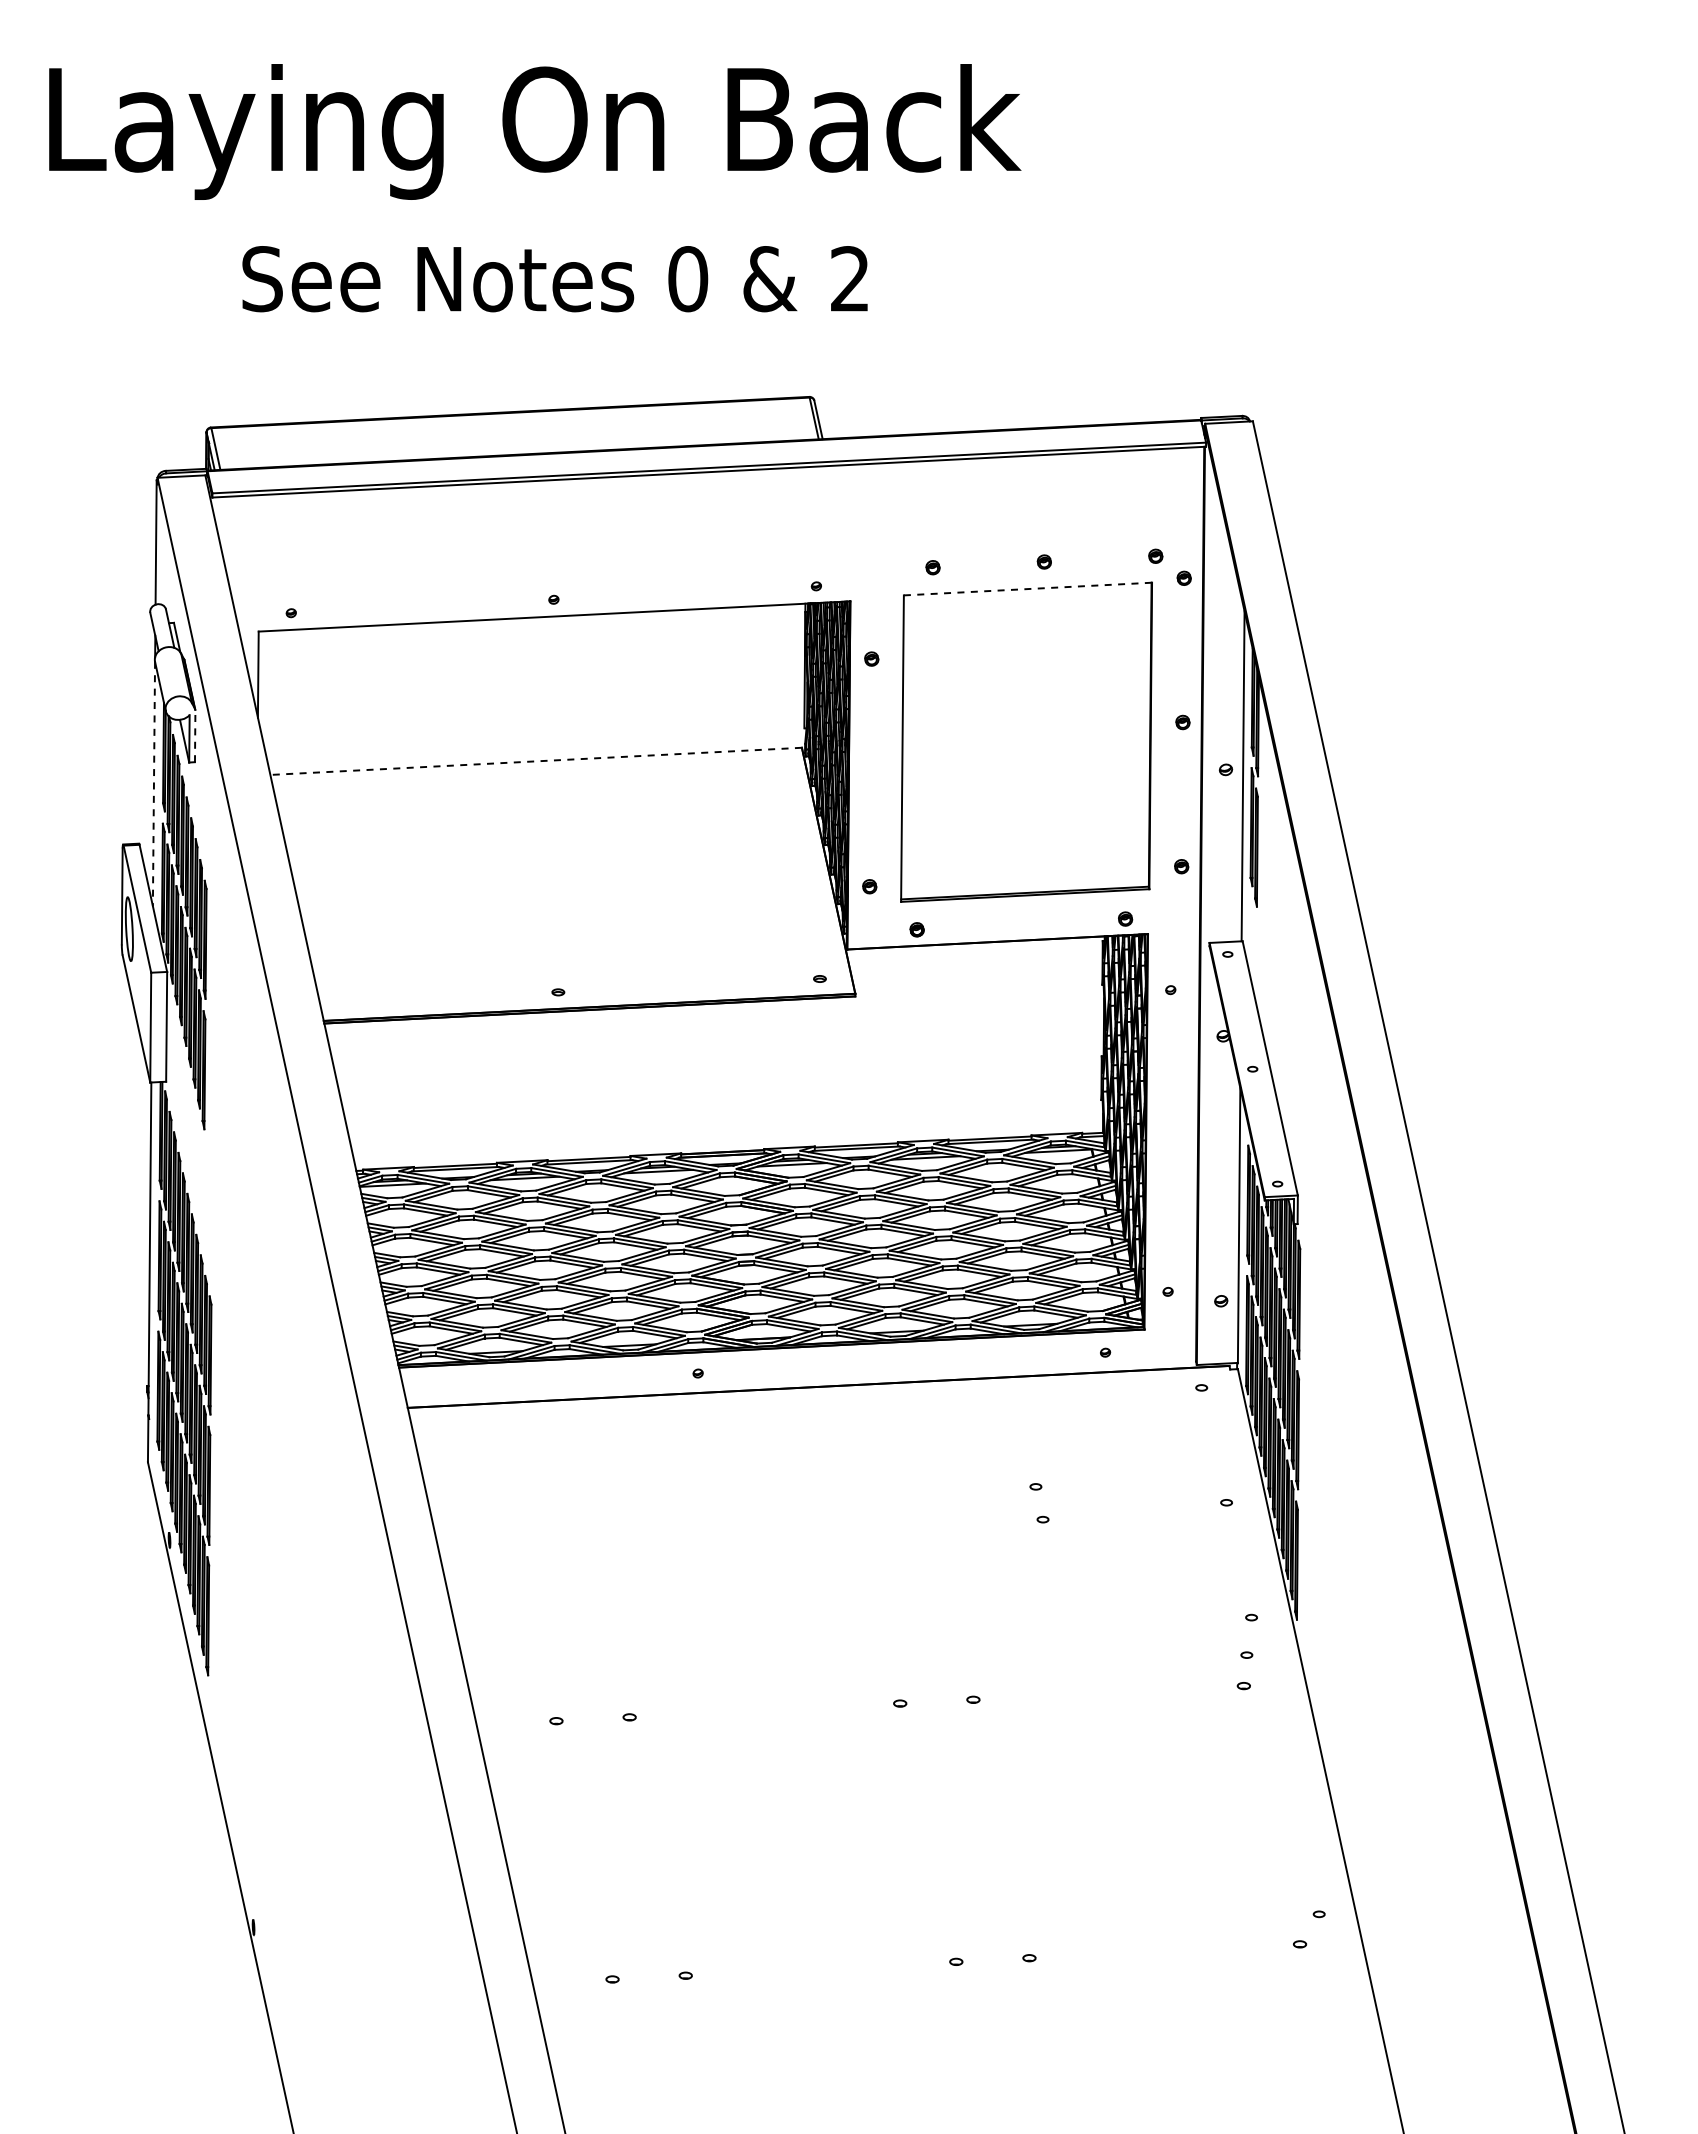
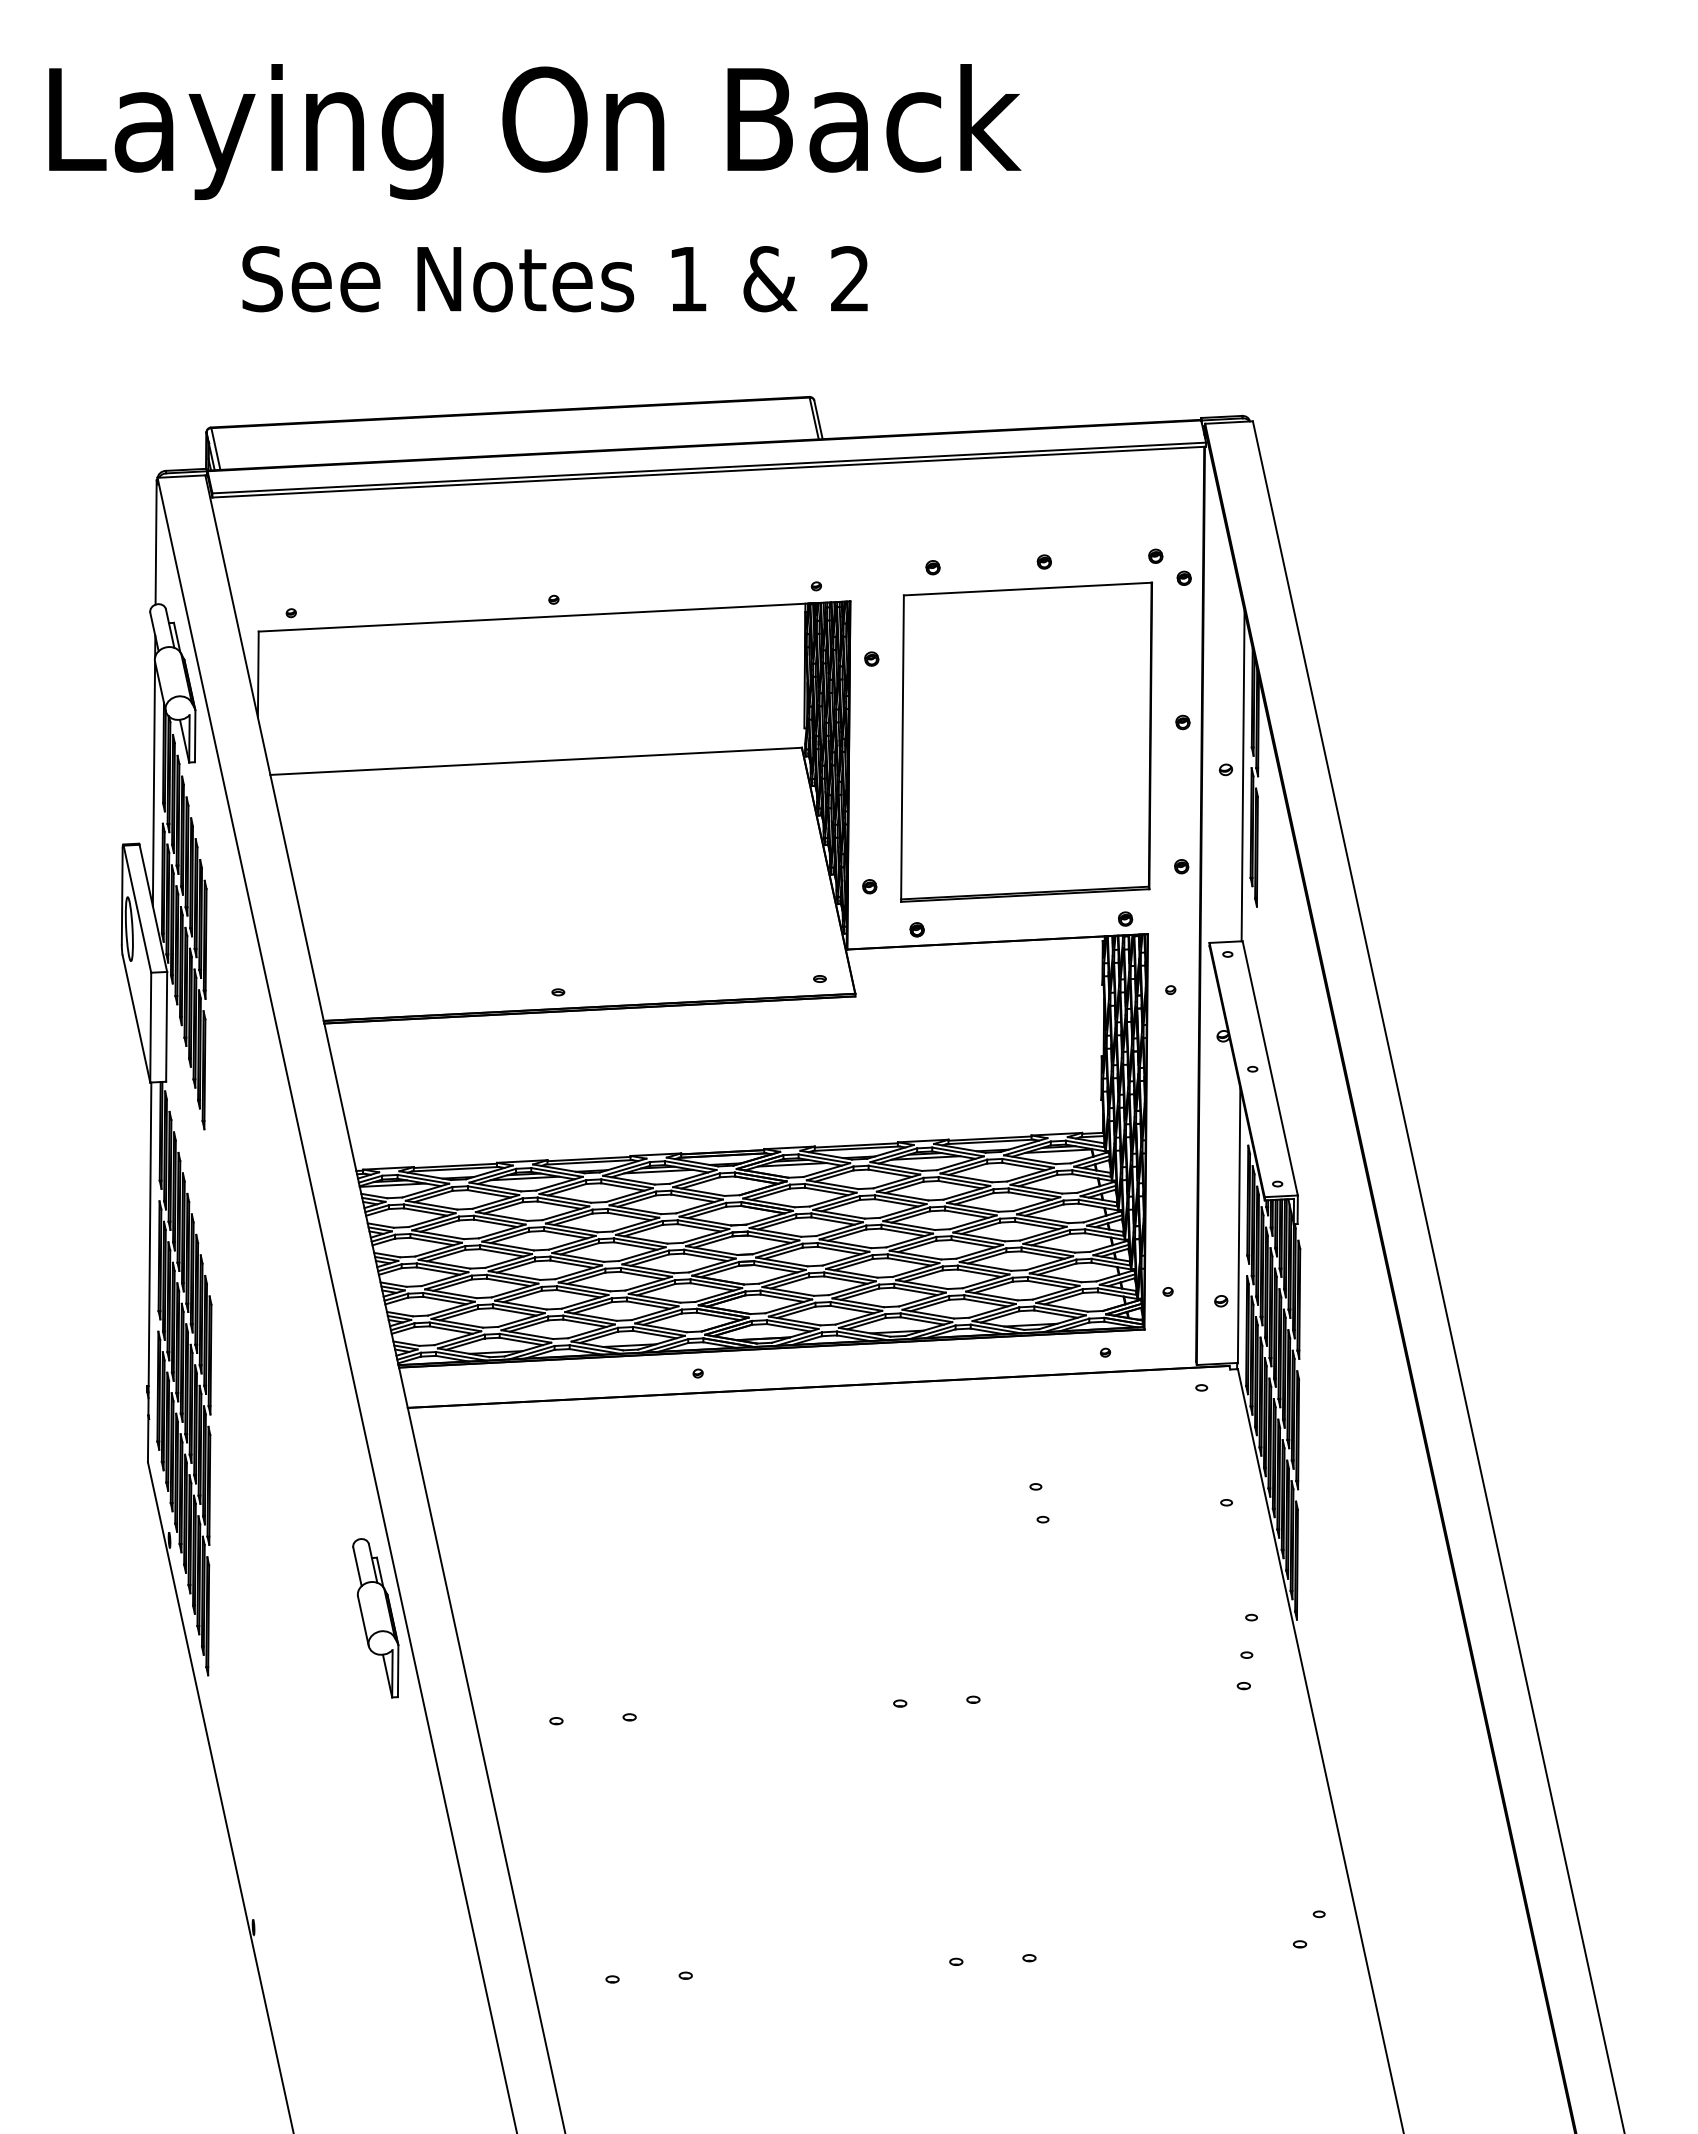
text at (688, 279): 0 -> 1
line at (1028, 589): dashed -> solid
line at (195, 736): dashed -> solid
line at (535, 761): dashed -> solid
line at (153, 784): dashed -> solid
part at (375, 1618): none -> present
